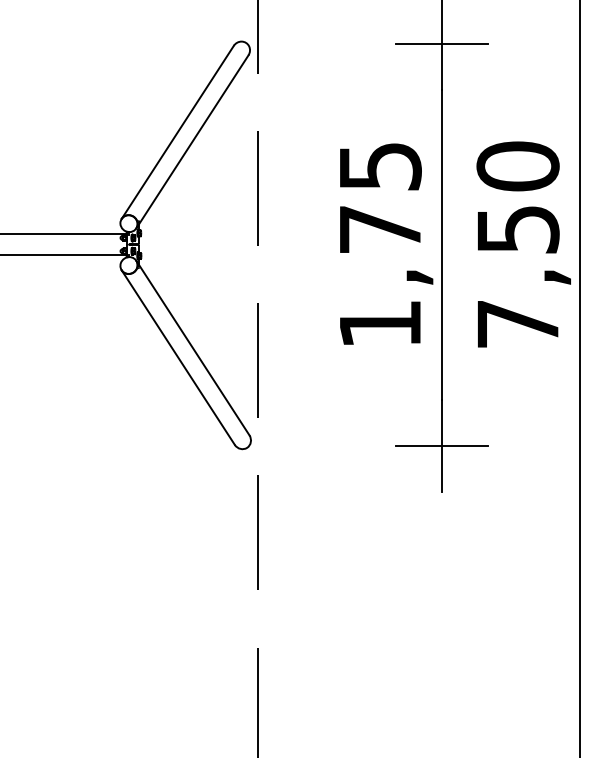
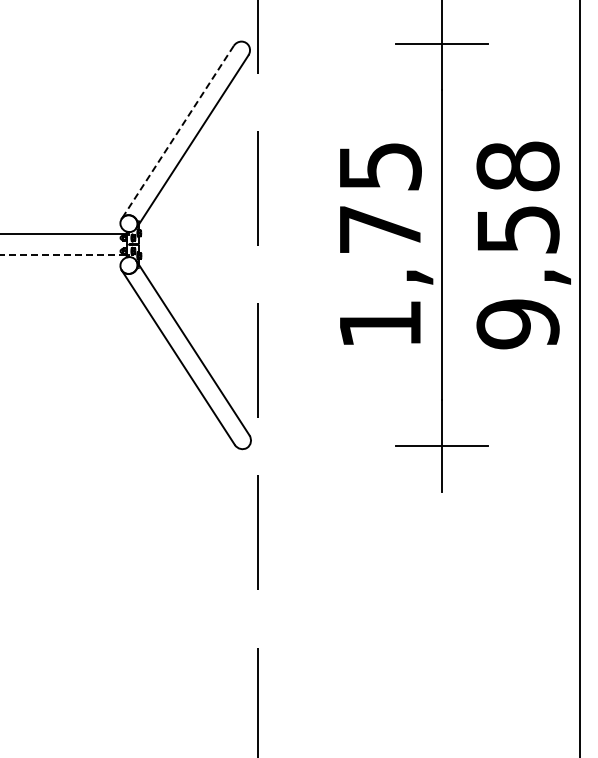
line at (177, 132): solid -> dashed
text at (517, 245): 7,50 -> 9,58
line at (63, 254): solid -> dashed
